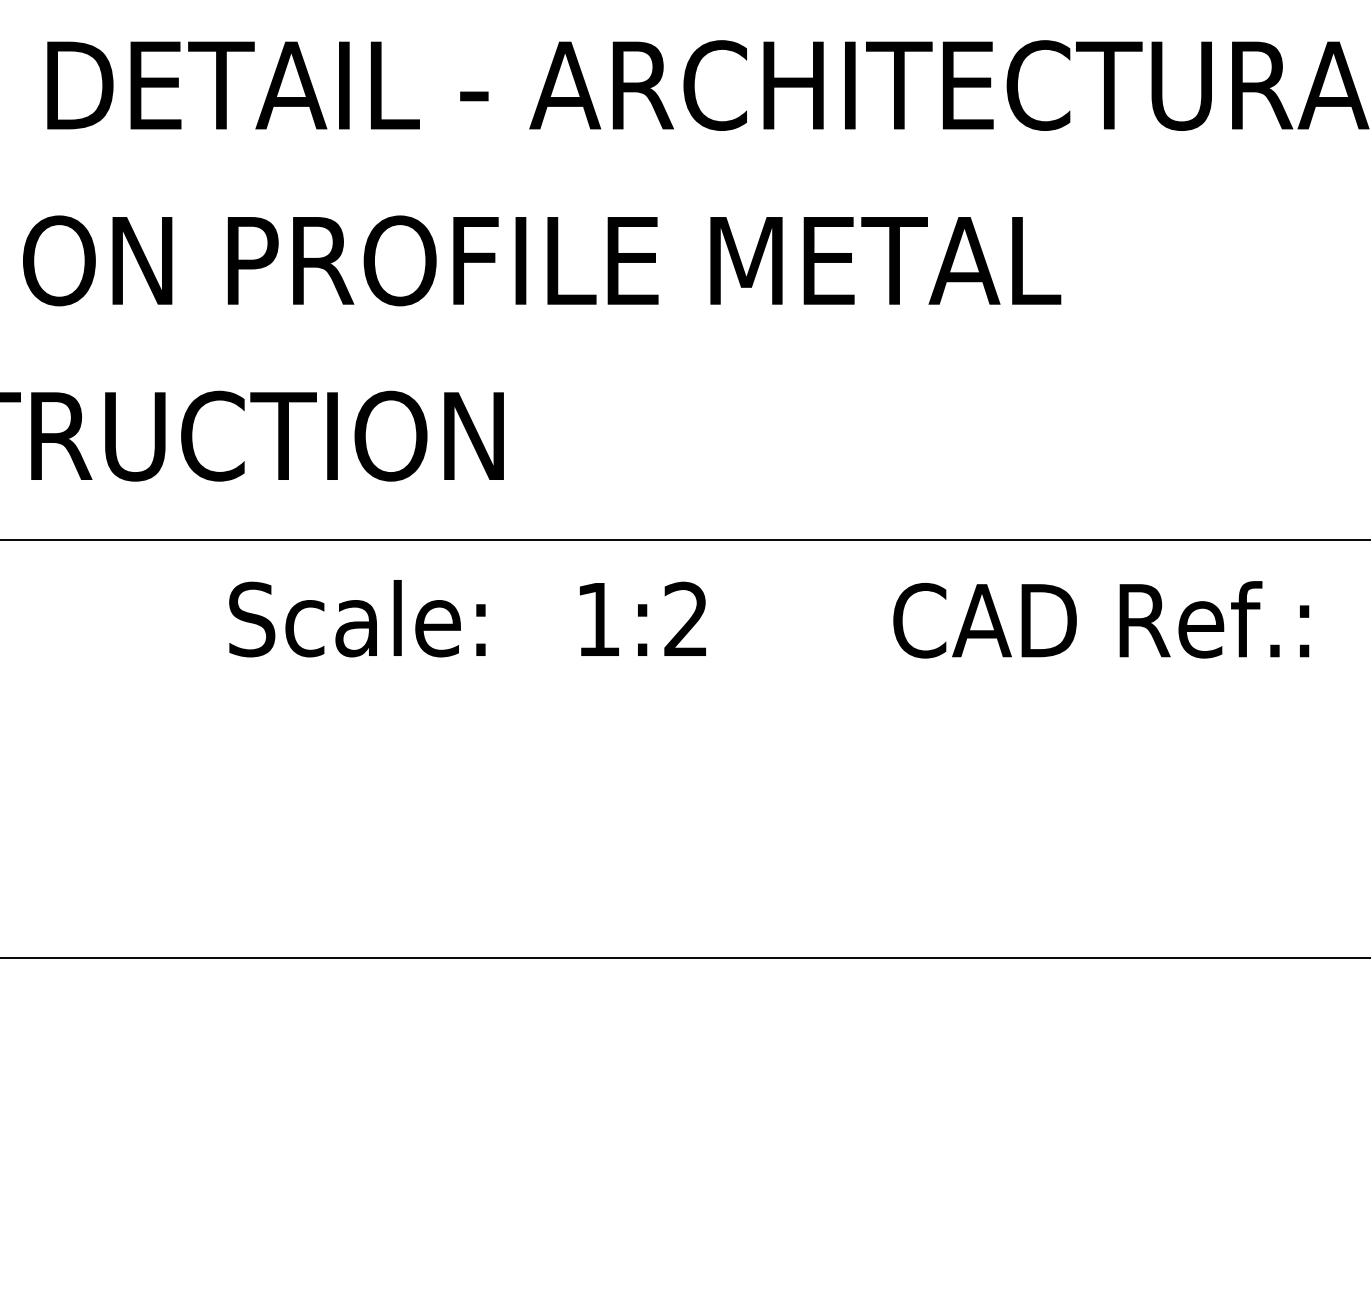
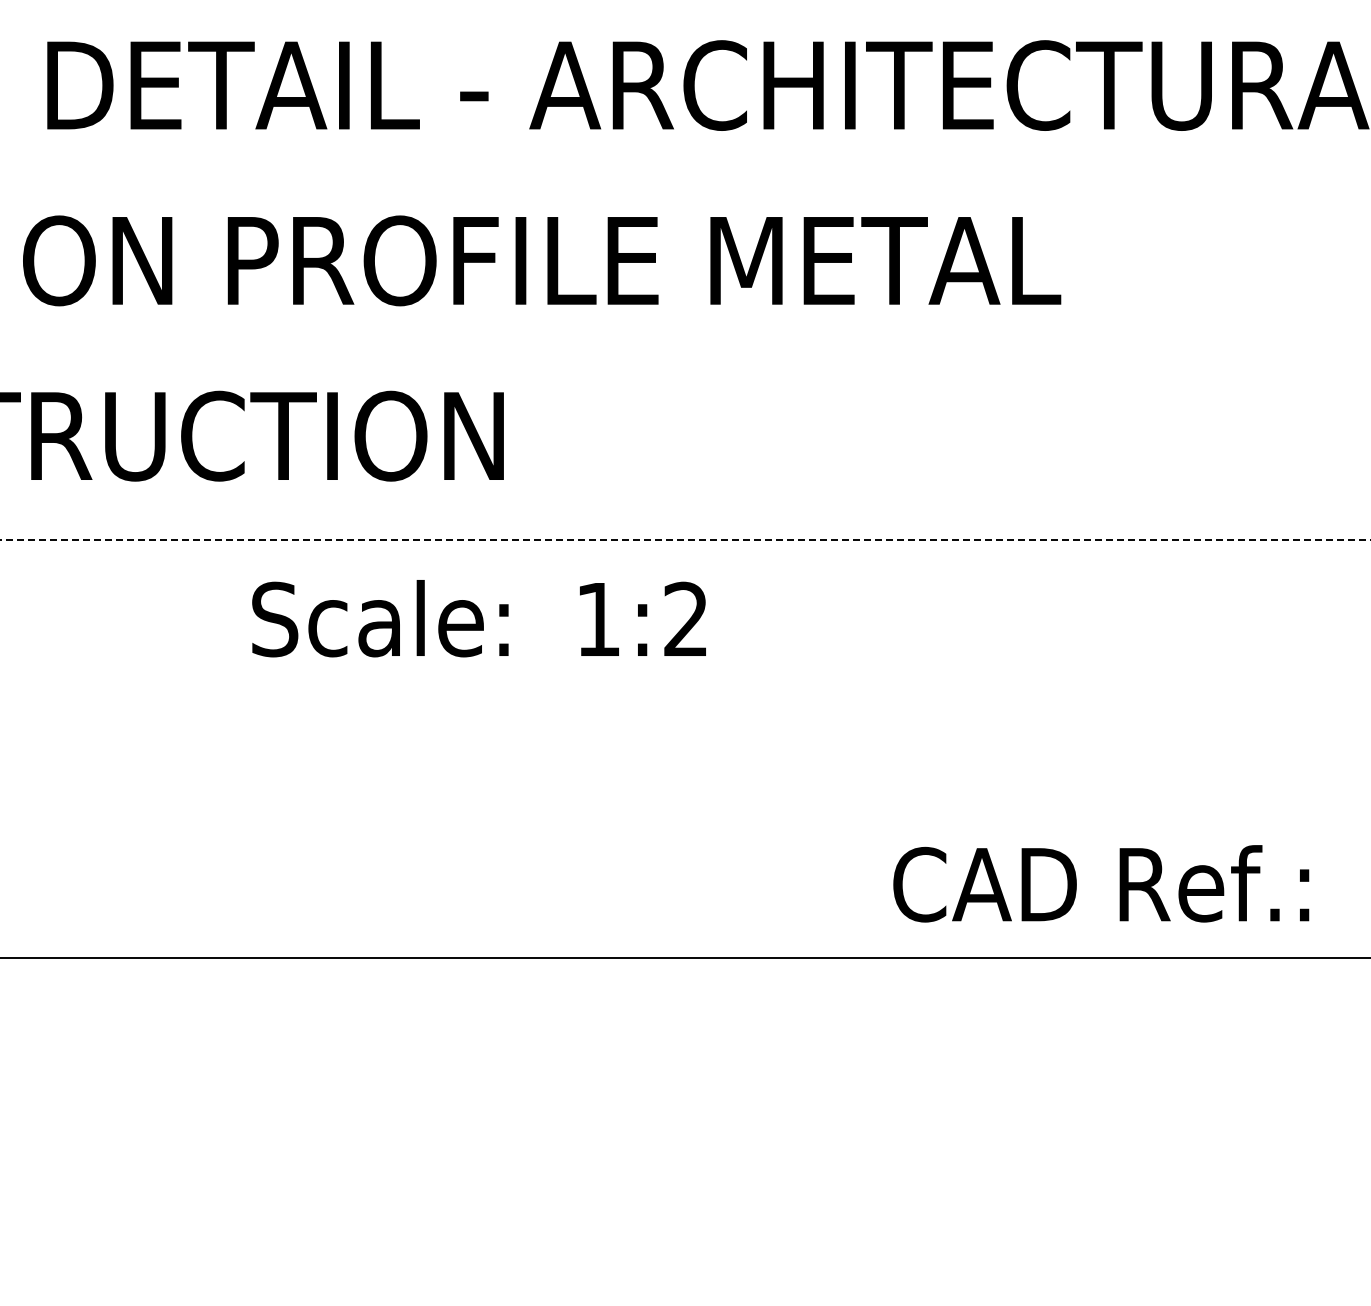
line at (685, 539): solid -> dashed
text at (357, 618) position: (357, 618) -> (380, 618)
text at (1101, 619) position: (1101, 619) -> (1101, 883)
